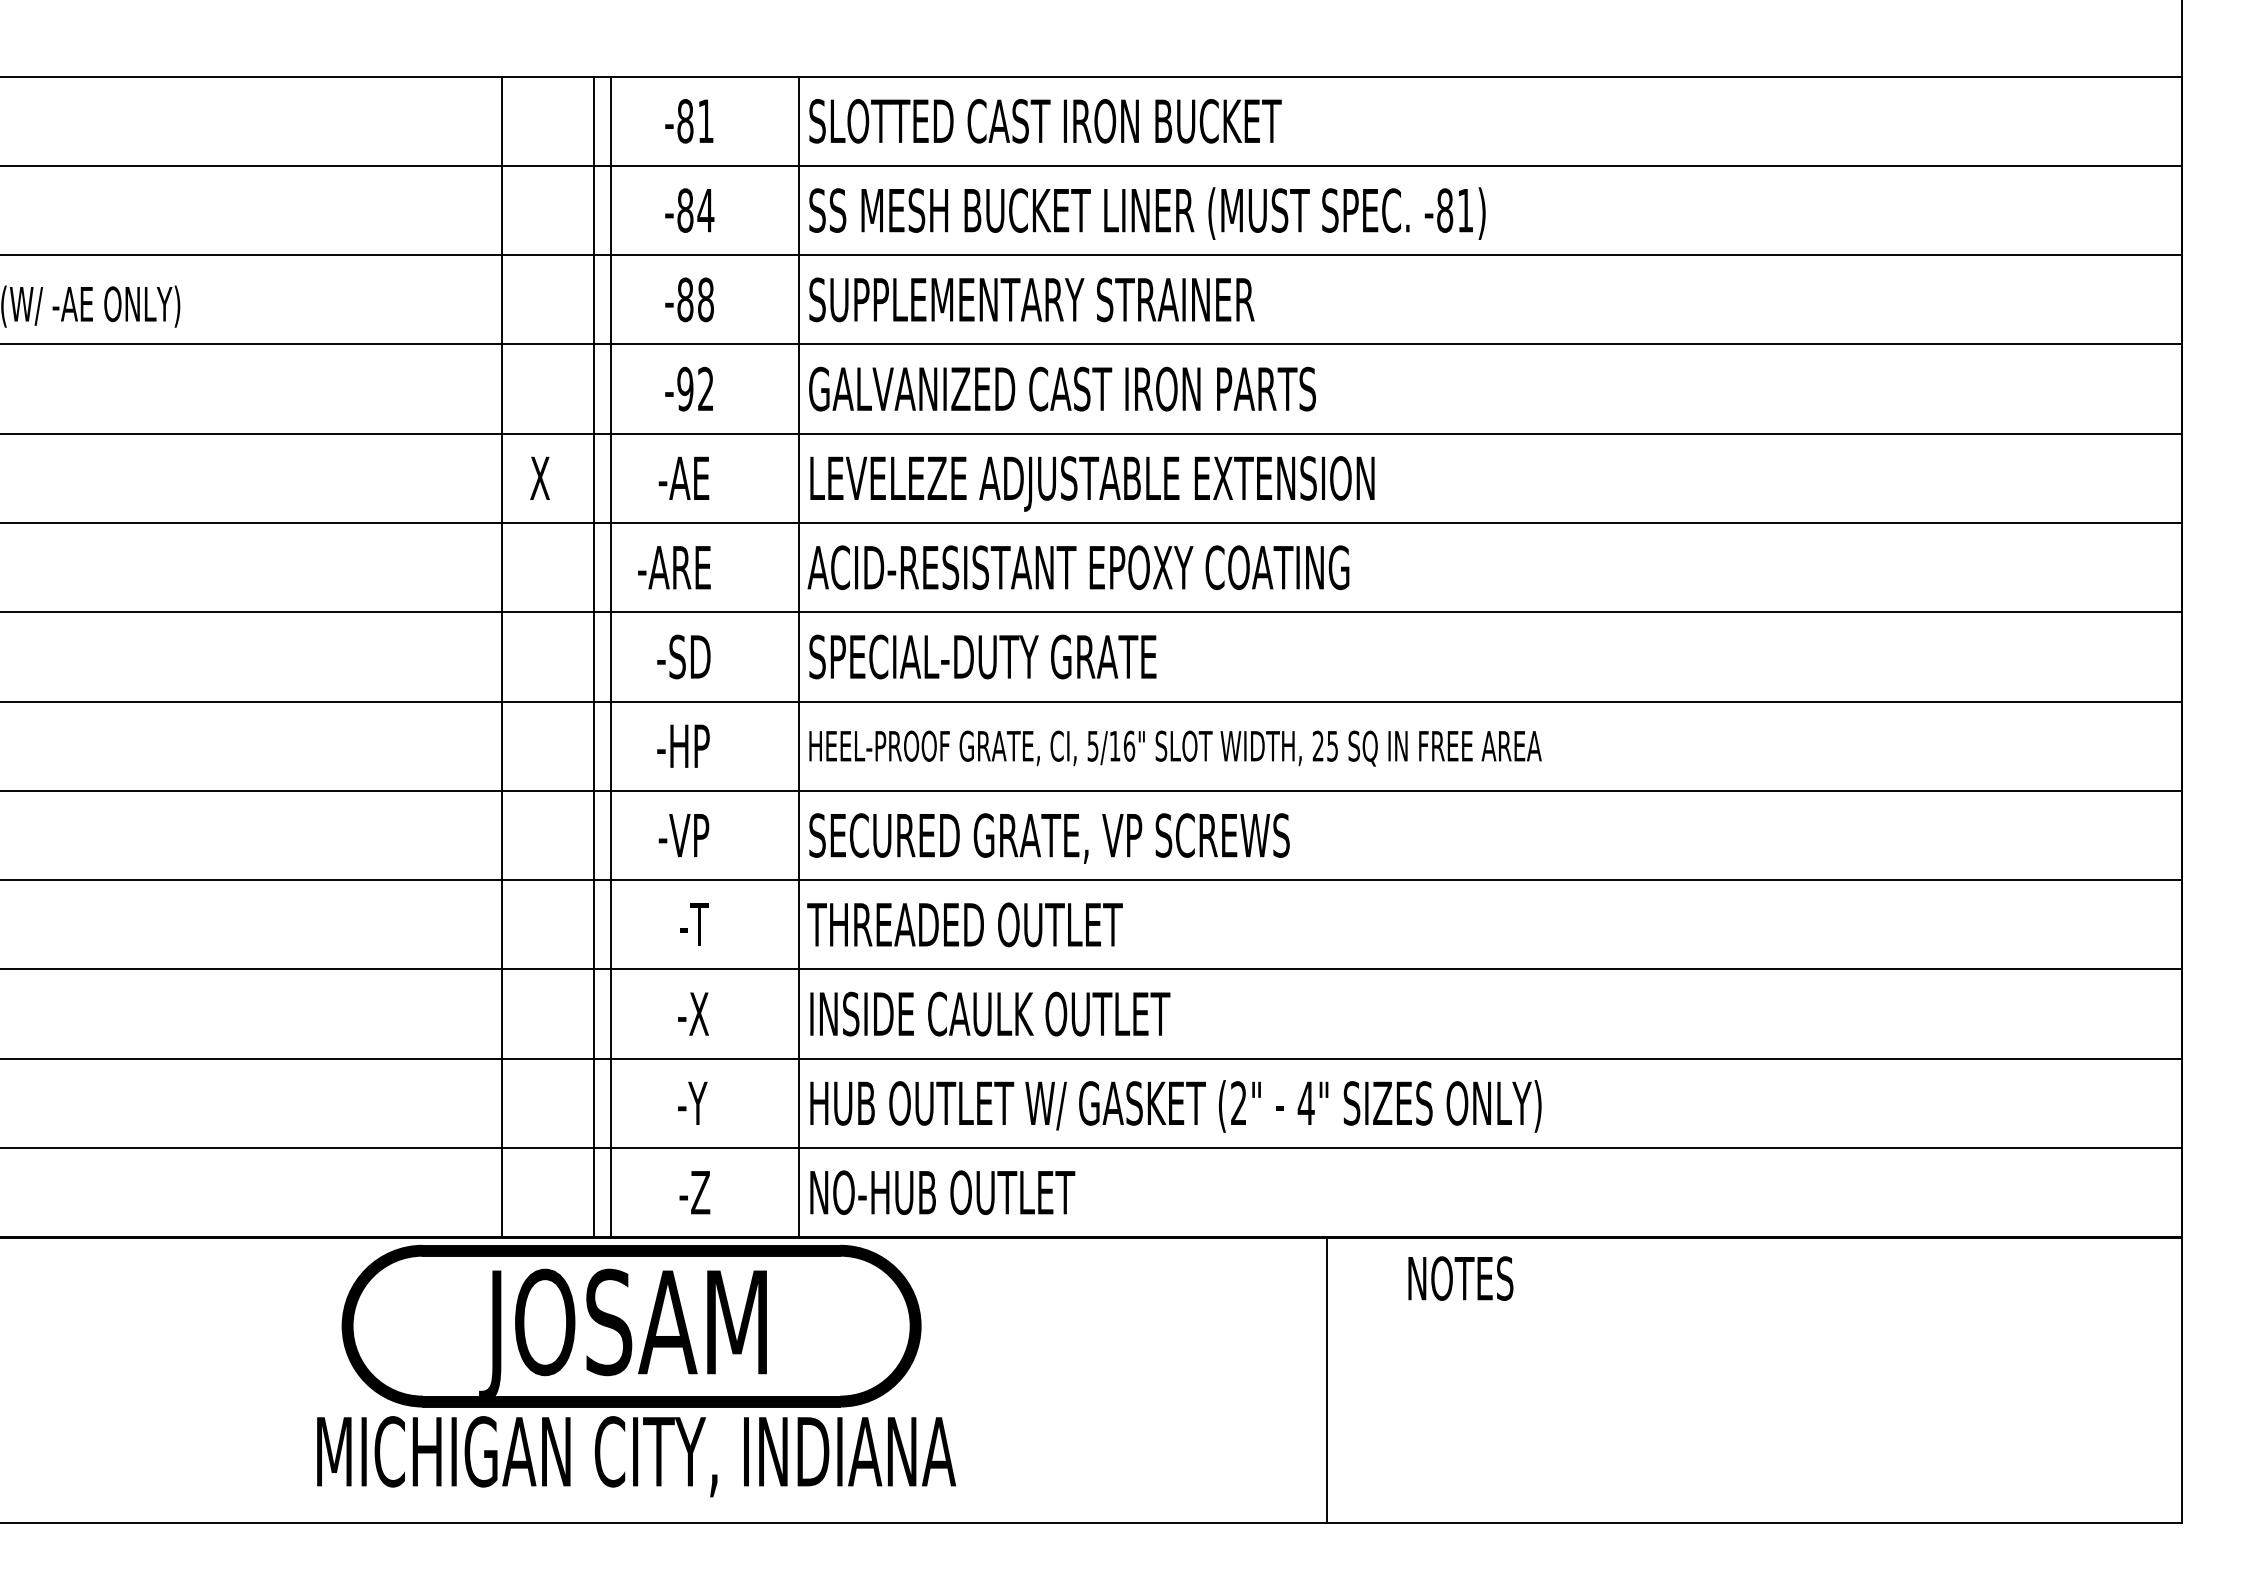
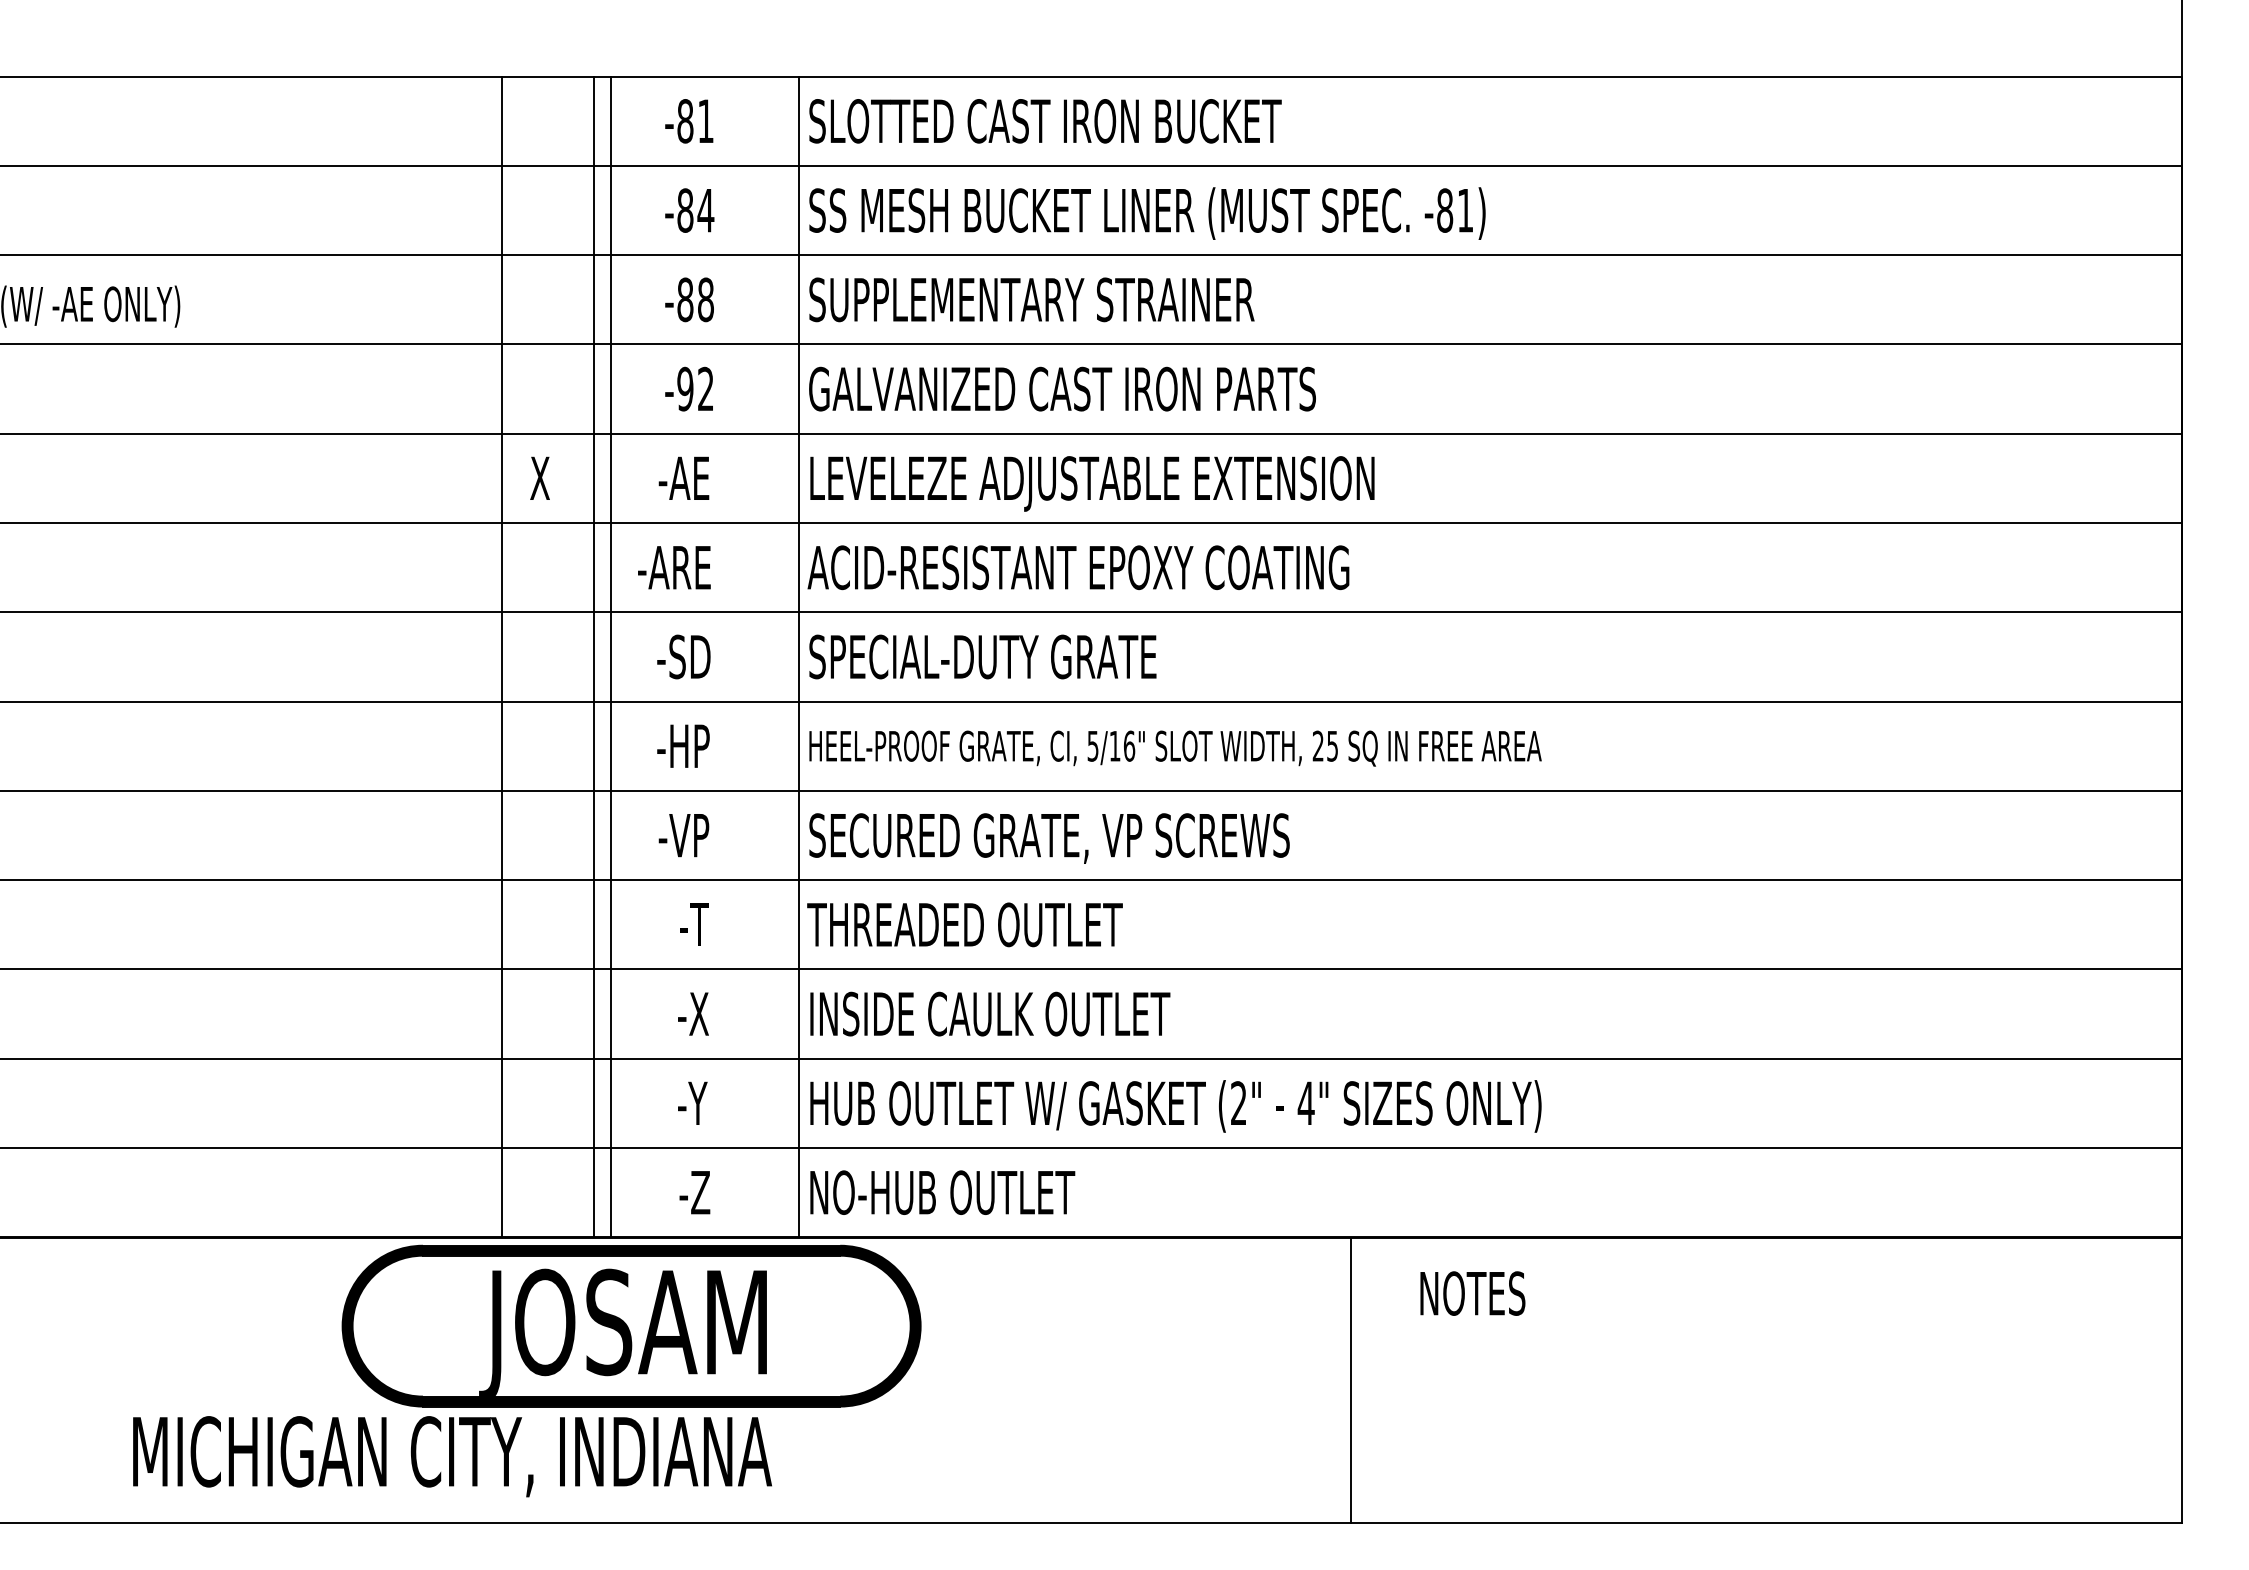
text at (1460, 1278) position: (1460, 1278) -> (1472, 1293)
line at (1326, 1379) position: (1326, 1379) -> (1350, 1379)
text at (636, 1456) position: (636, 1456) -> (452, 1456)
